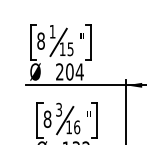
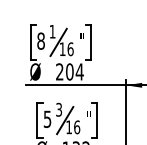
text at (70, 49): 15 -> 16
text at (47, 118): 8 -> 5
